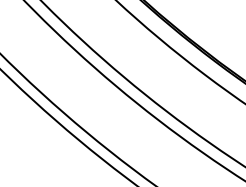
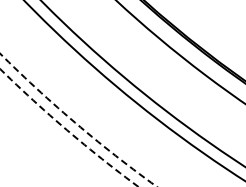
arc at (75, 123): solid -> dashed
arc at (67, 130): solid -> dashed
